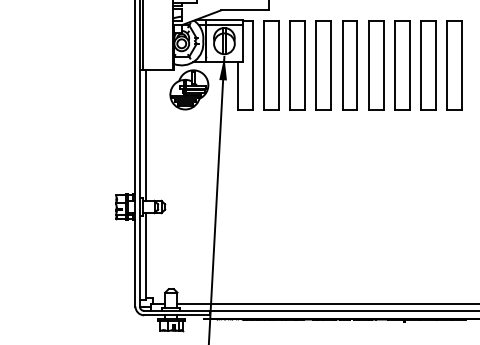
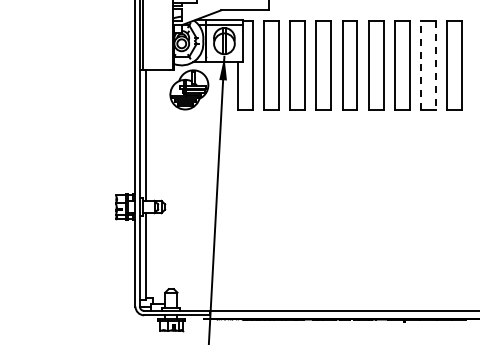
line at (420, 65): solid -> dashed
line at (435, 65): solid -> dashed
line at (326, 304): present -> none
